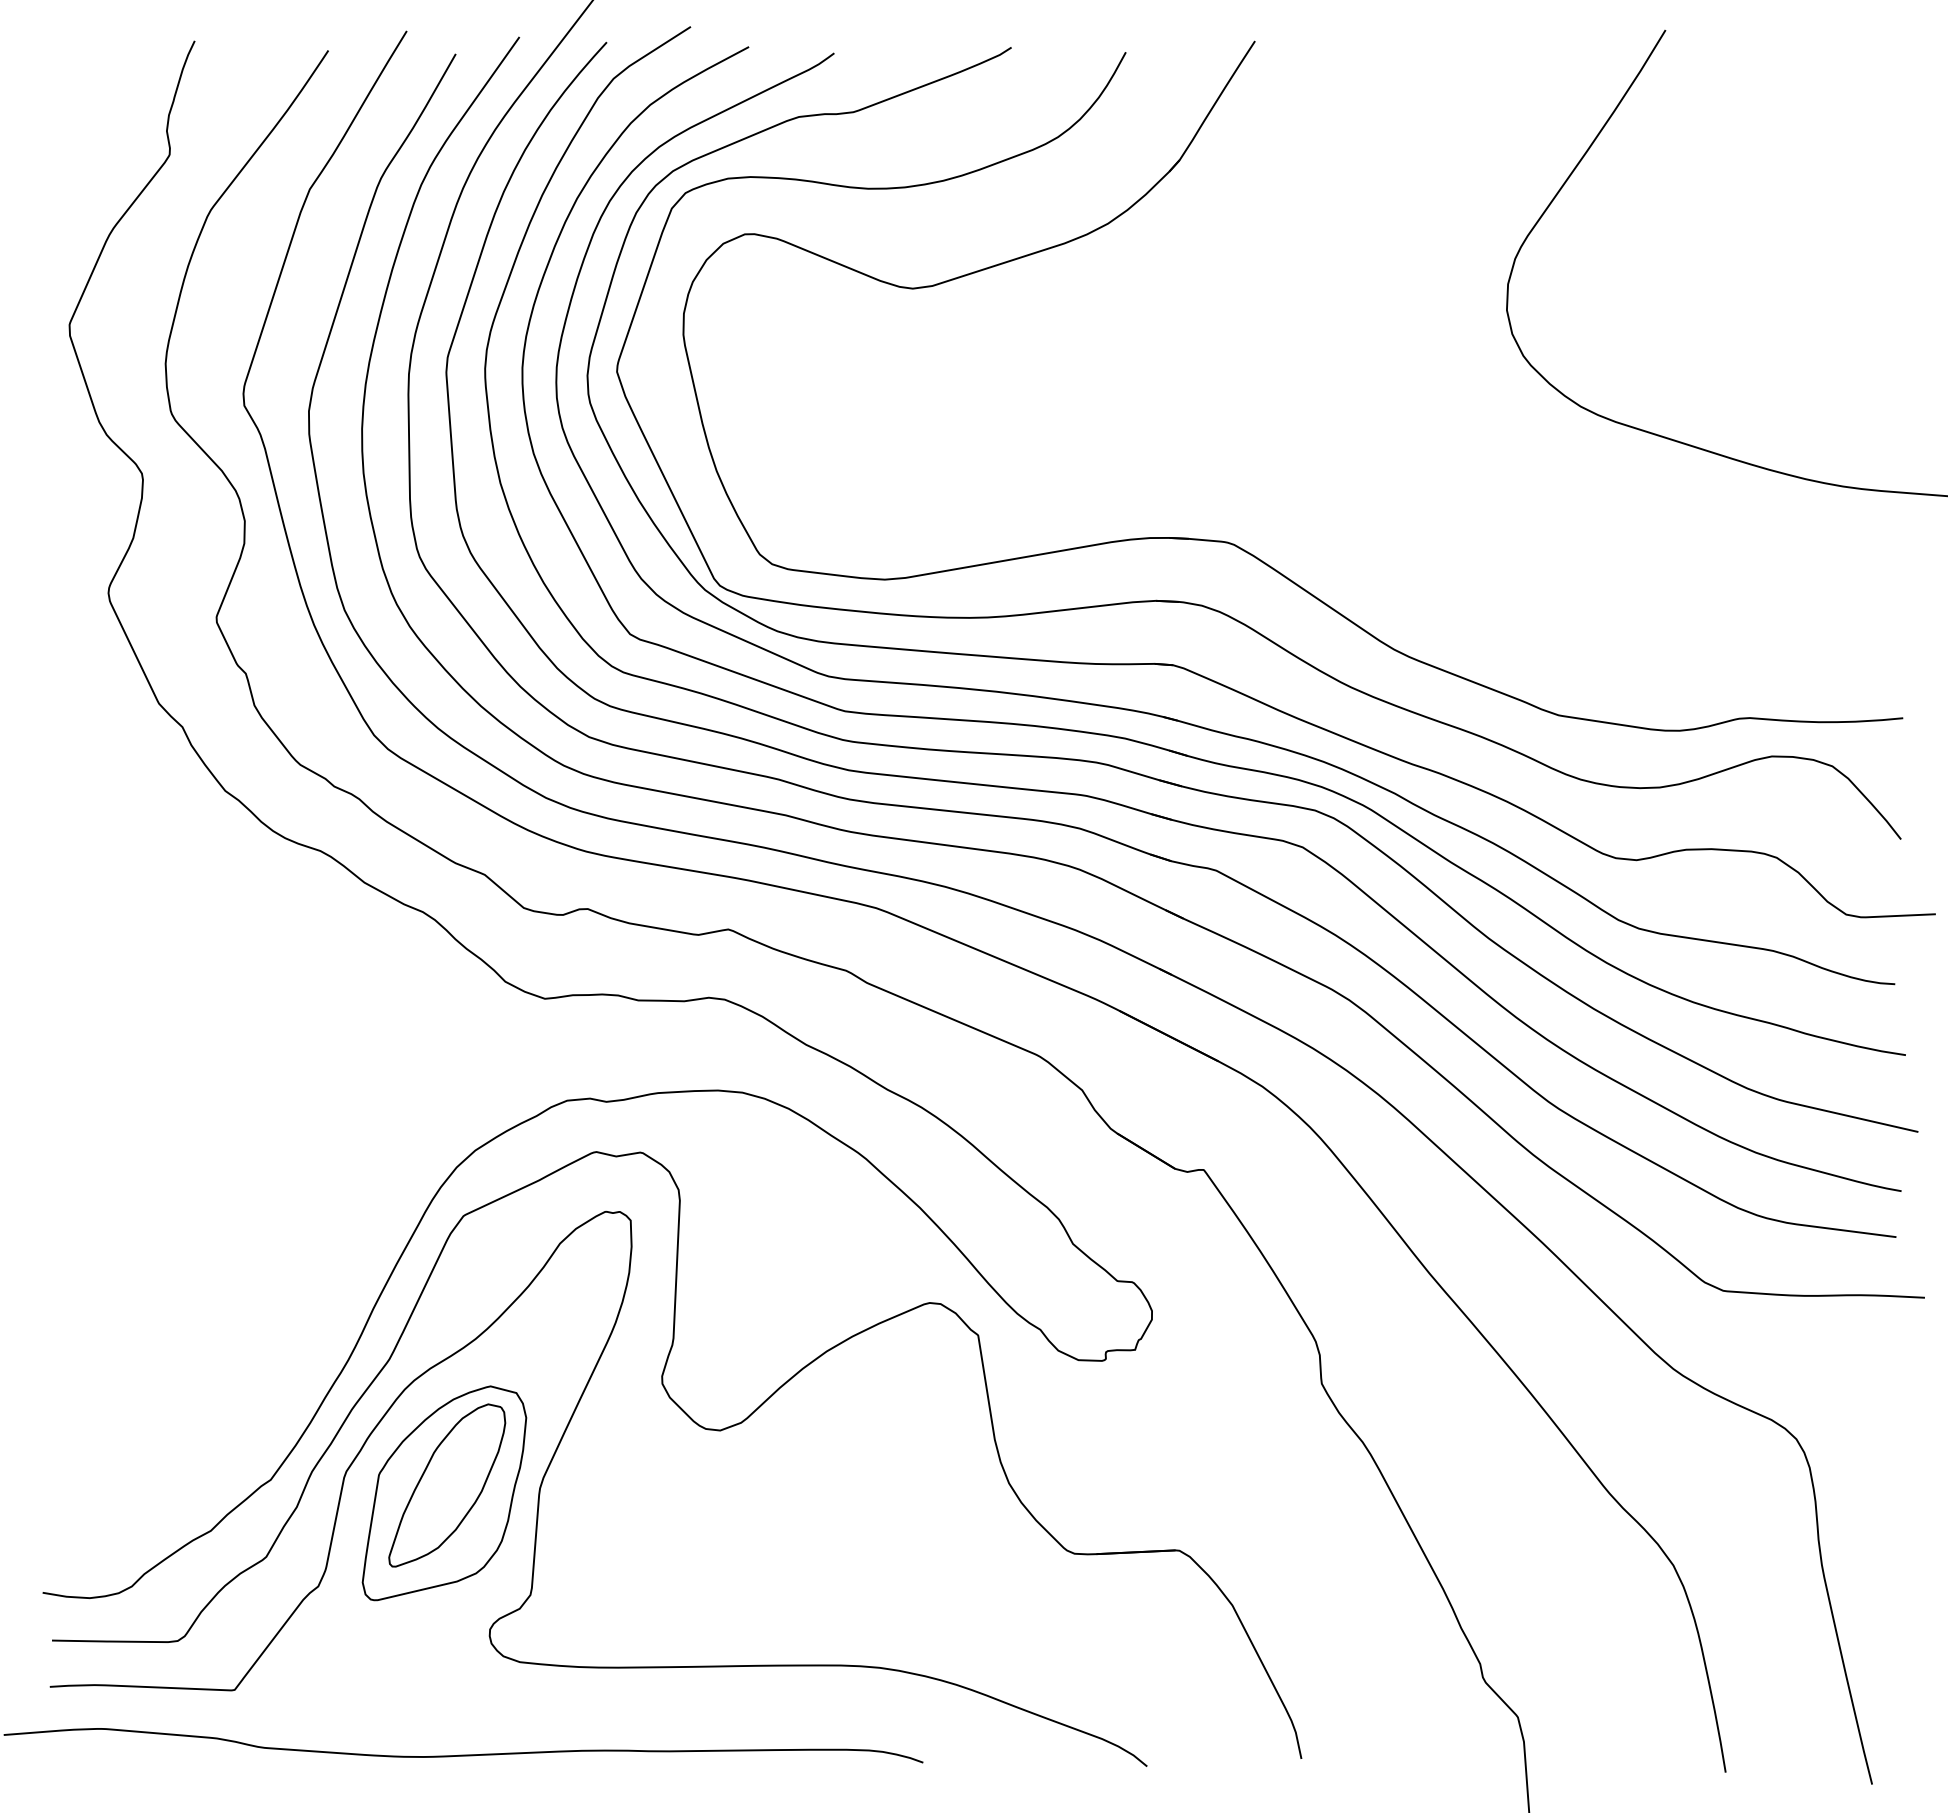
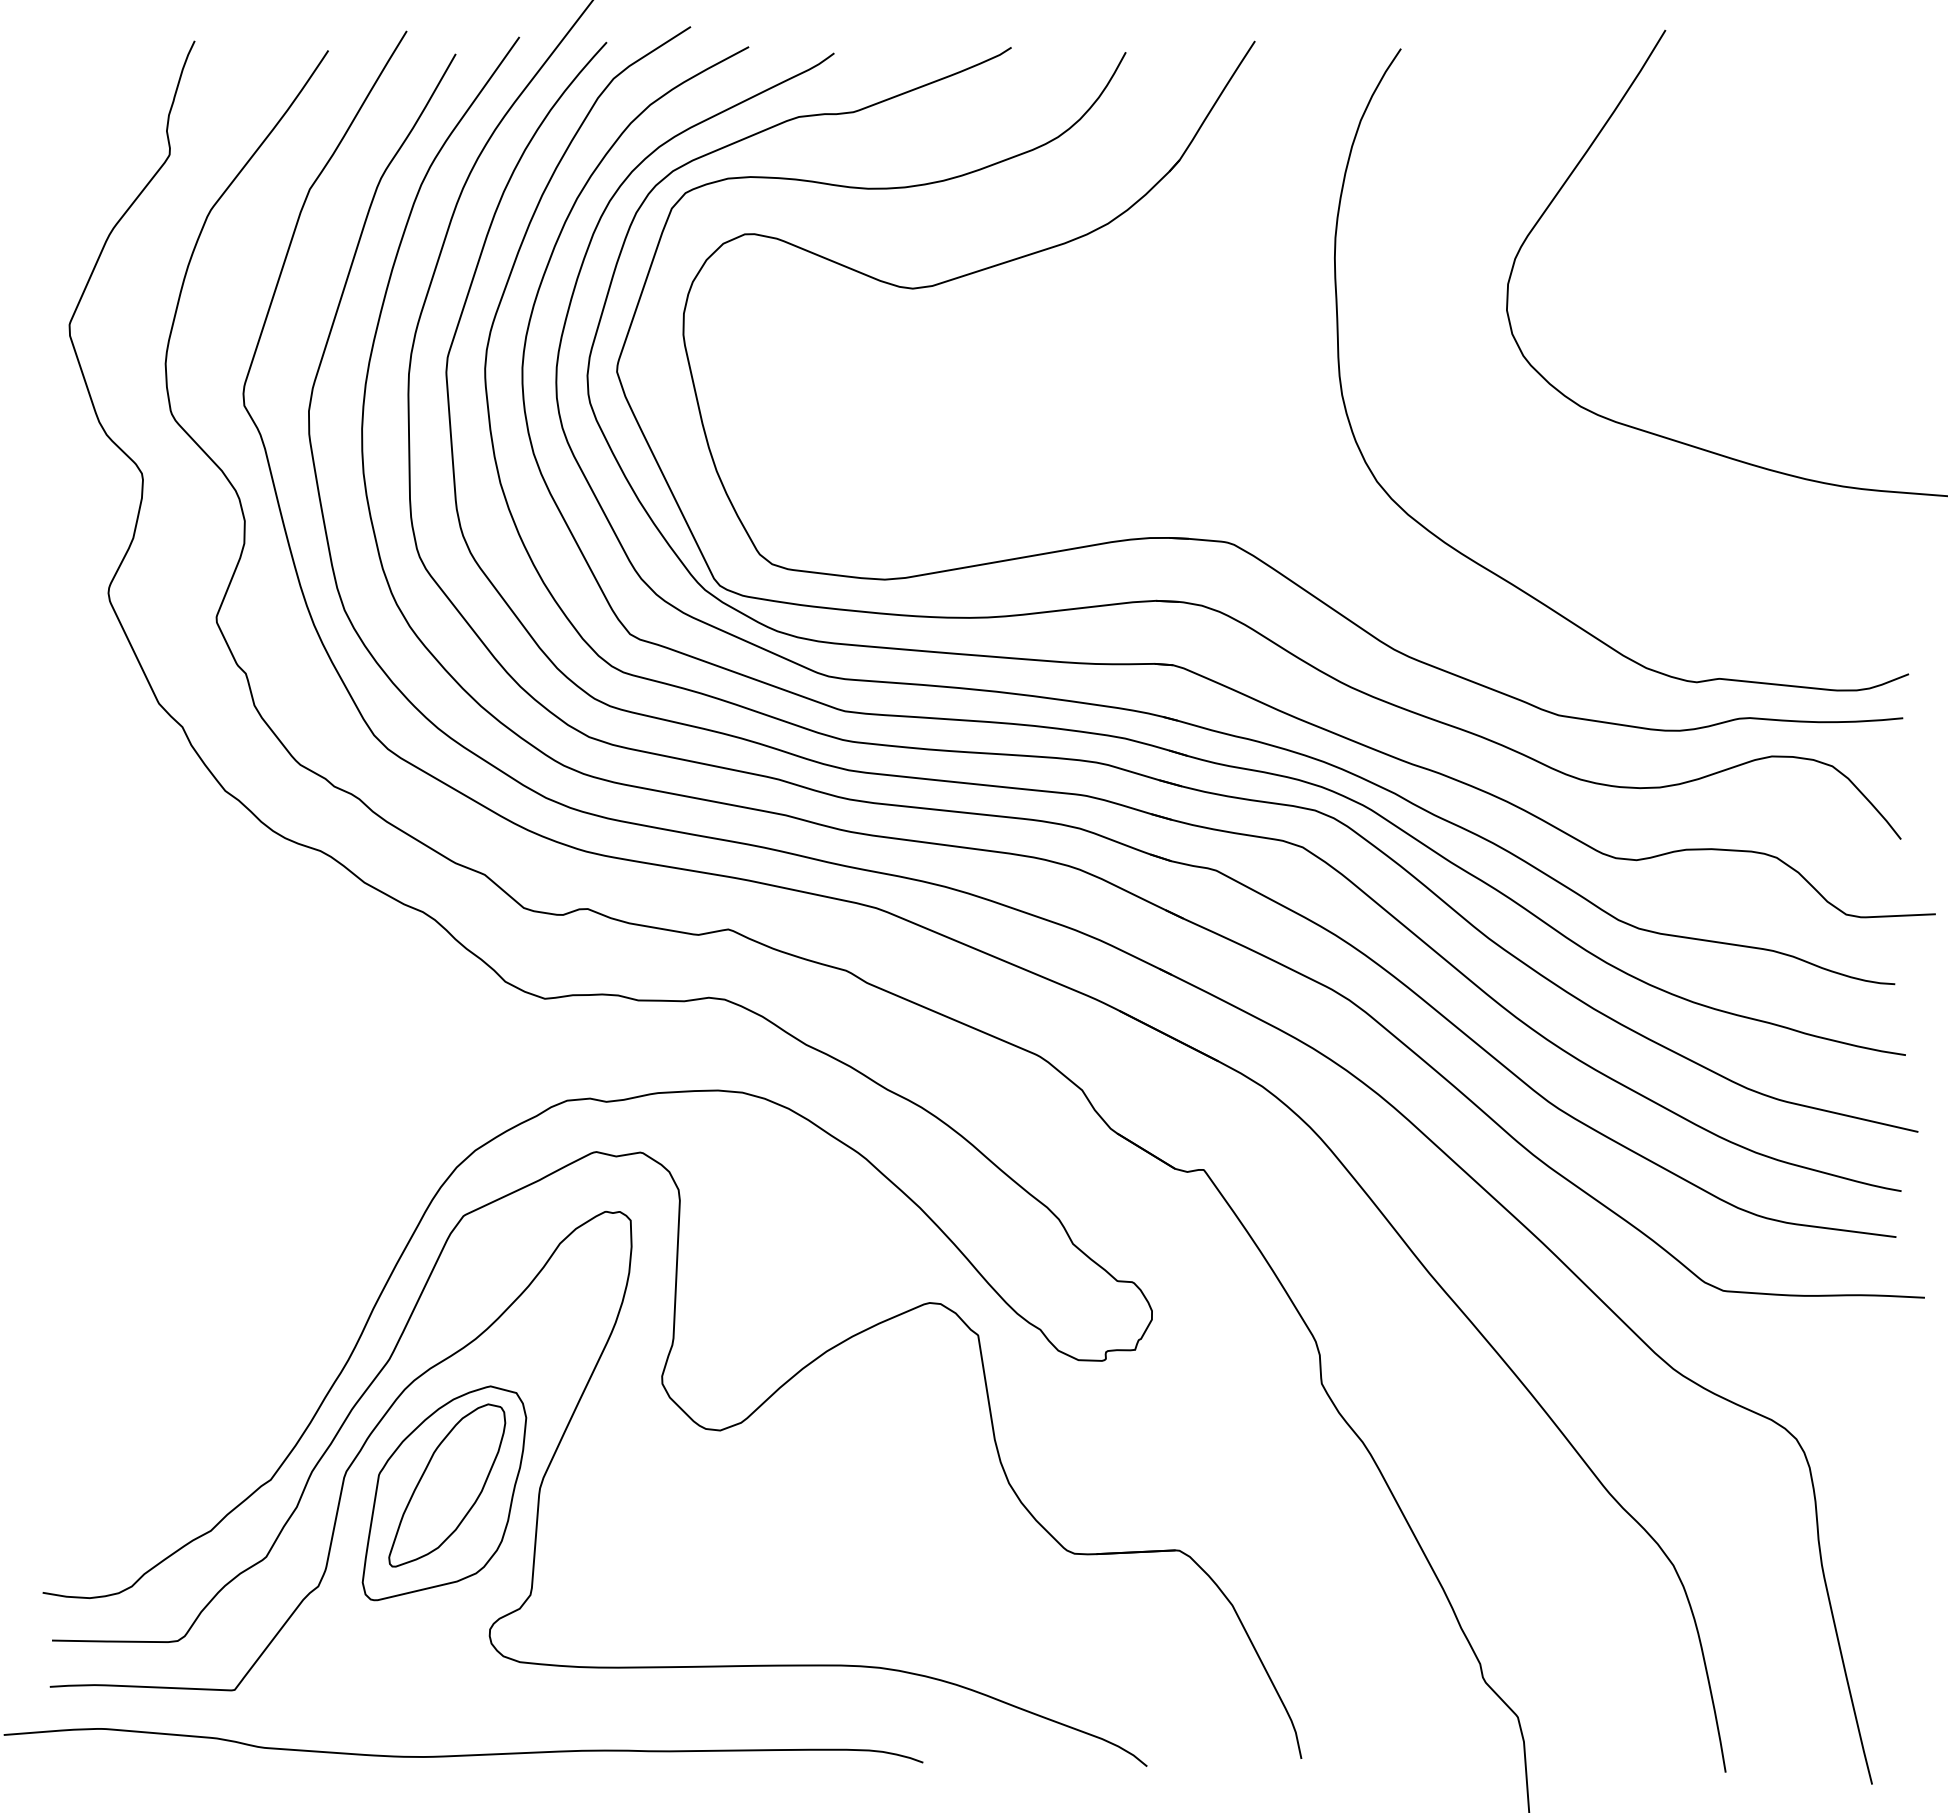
curve at (1496, 573): none -> present
